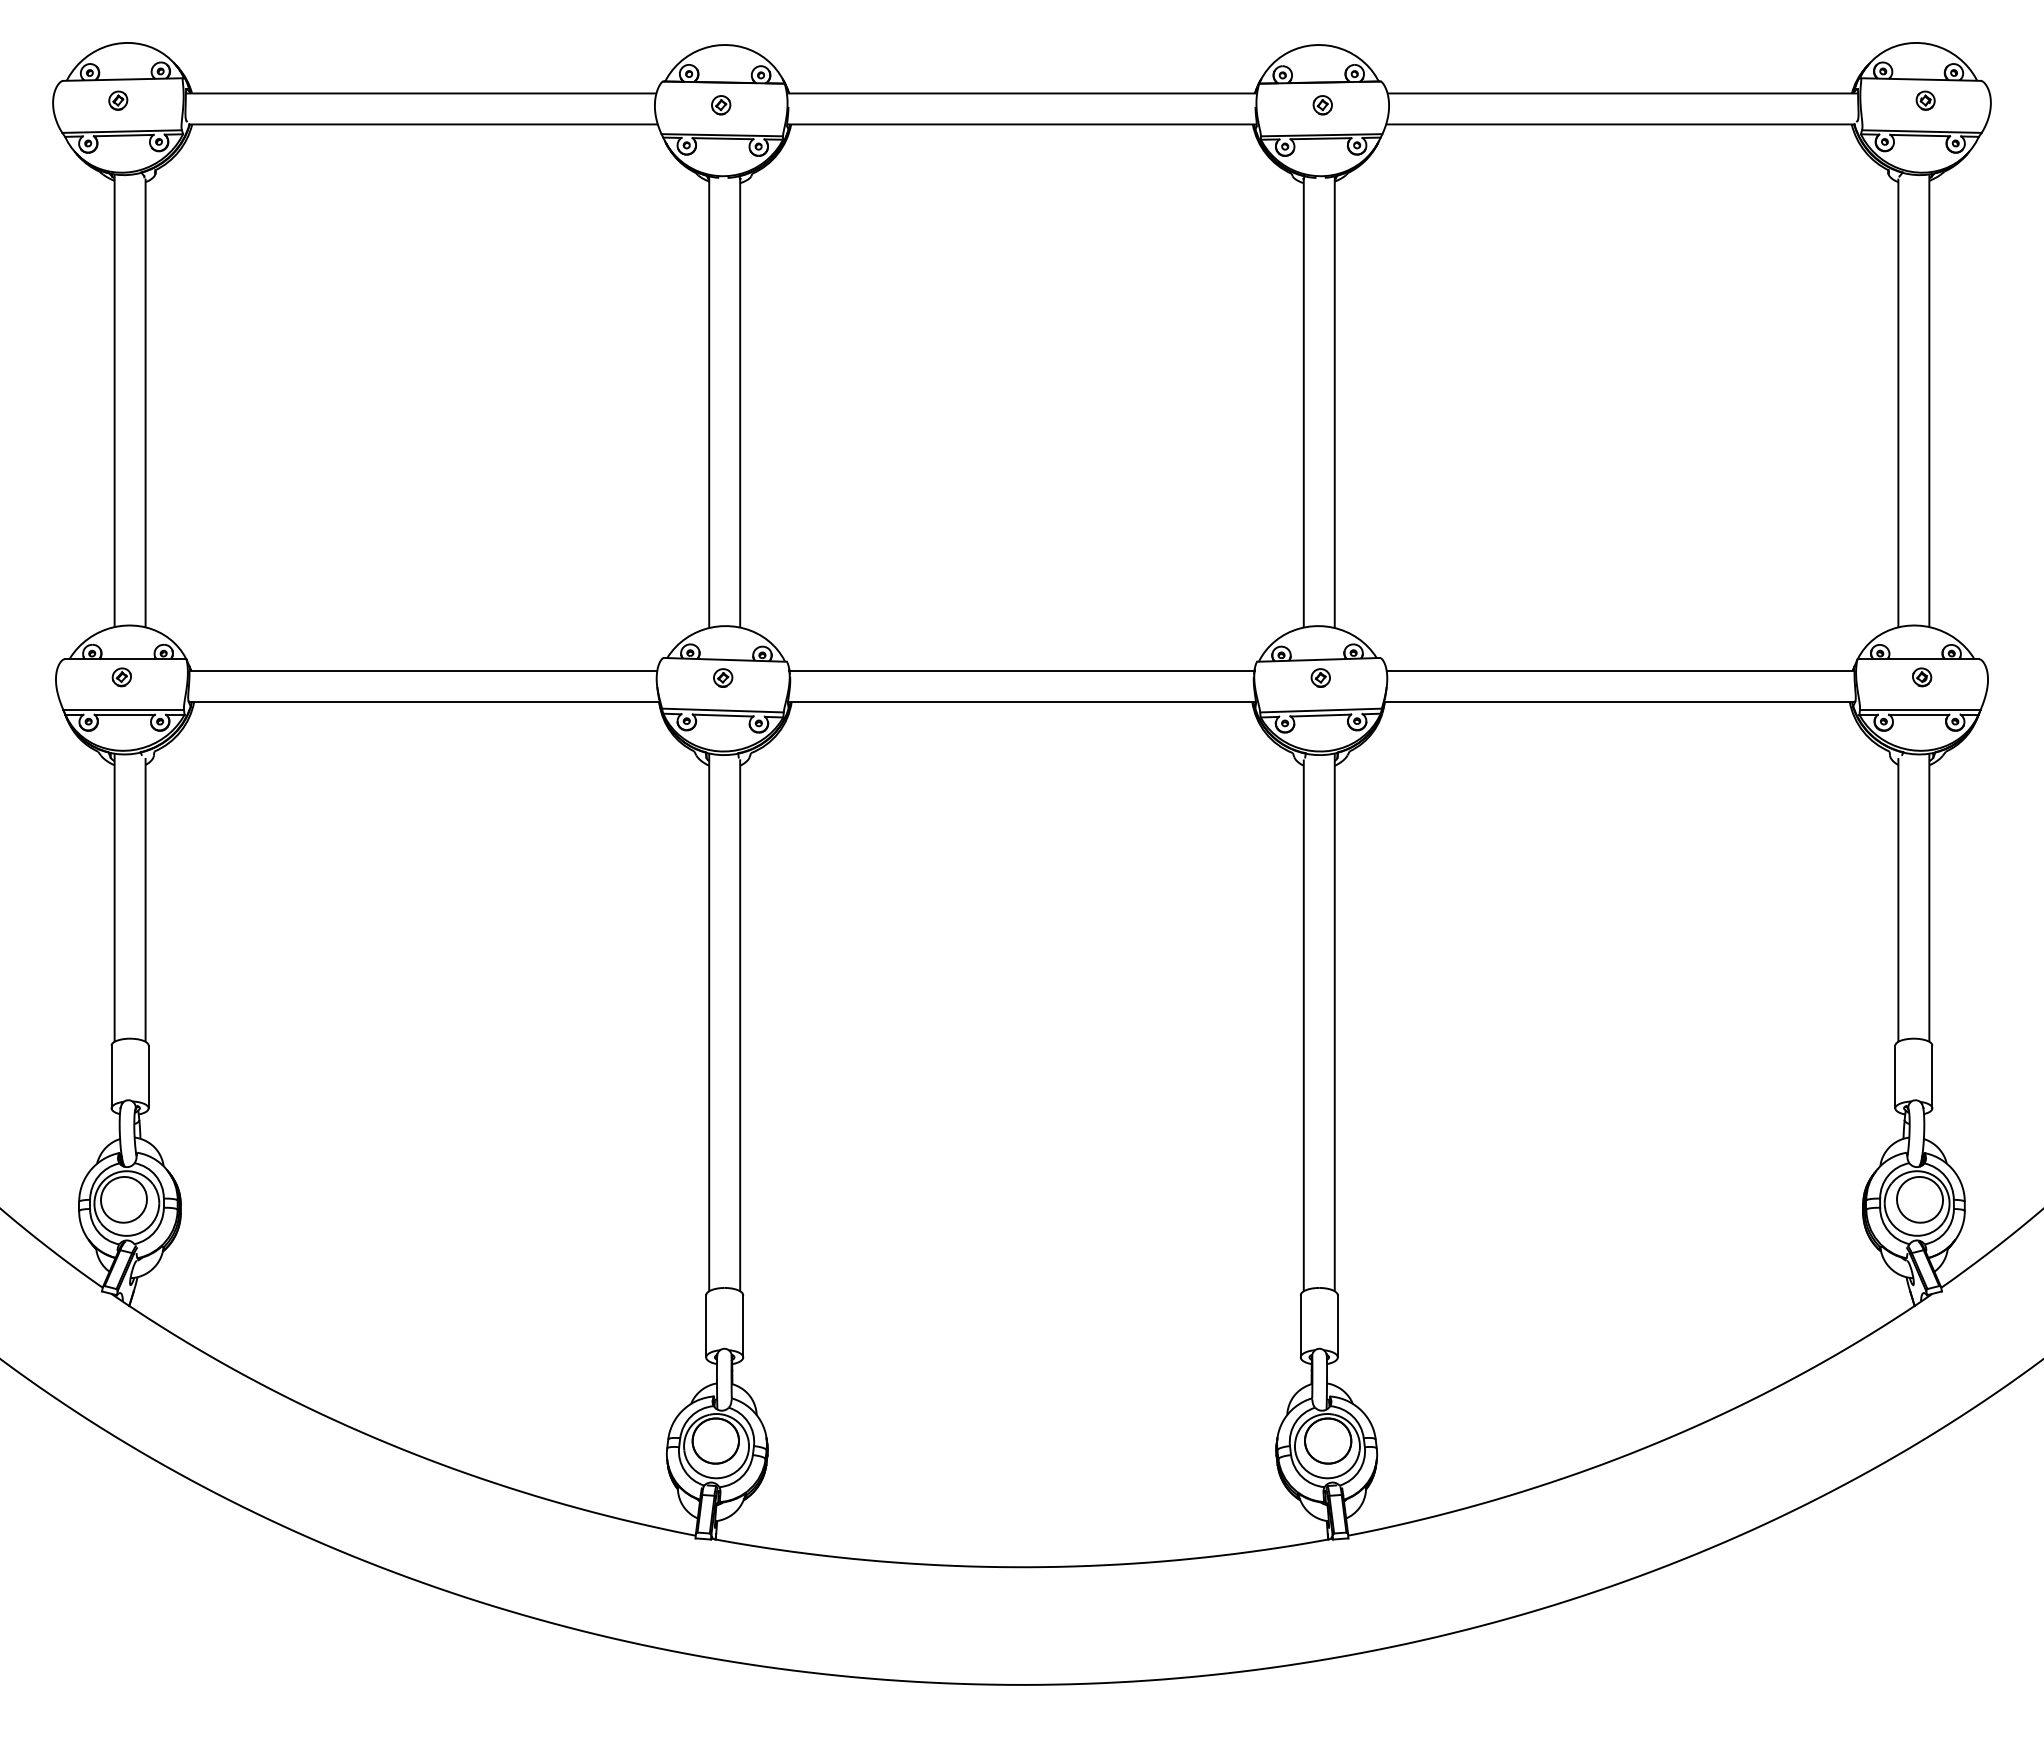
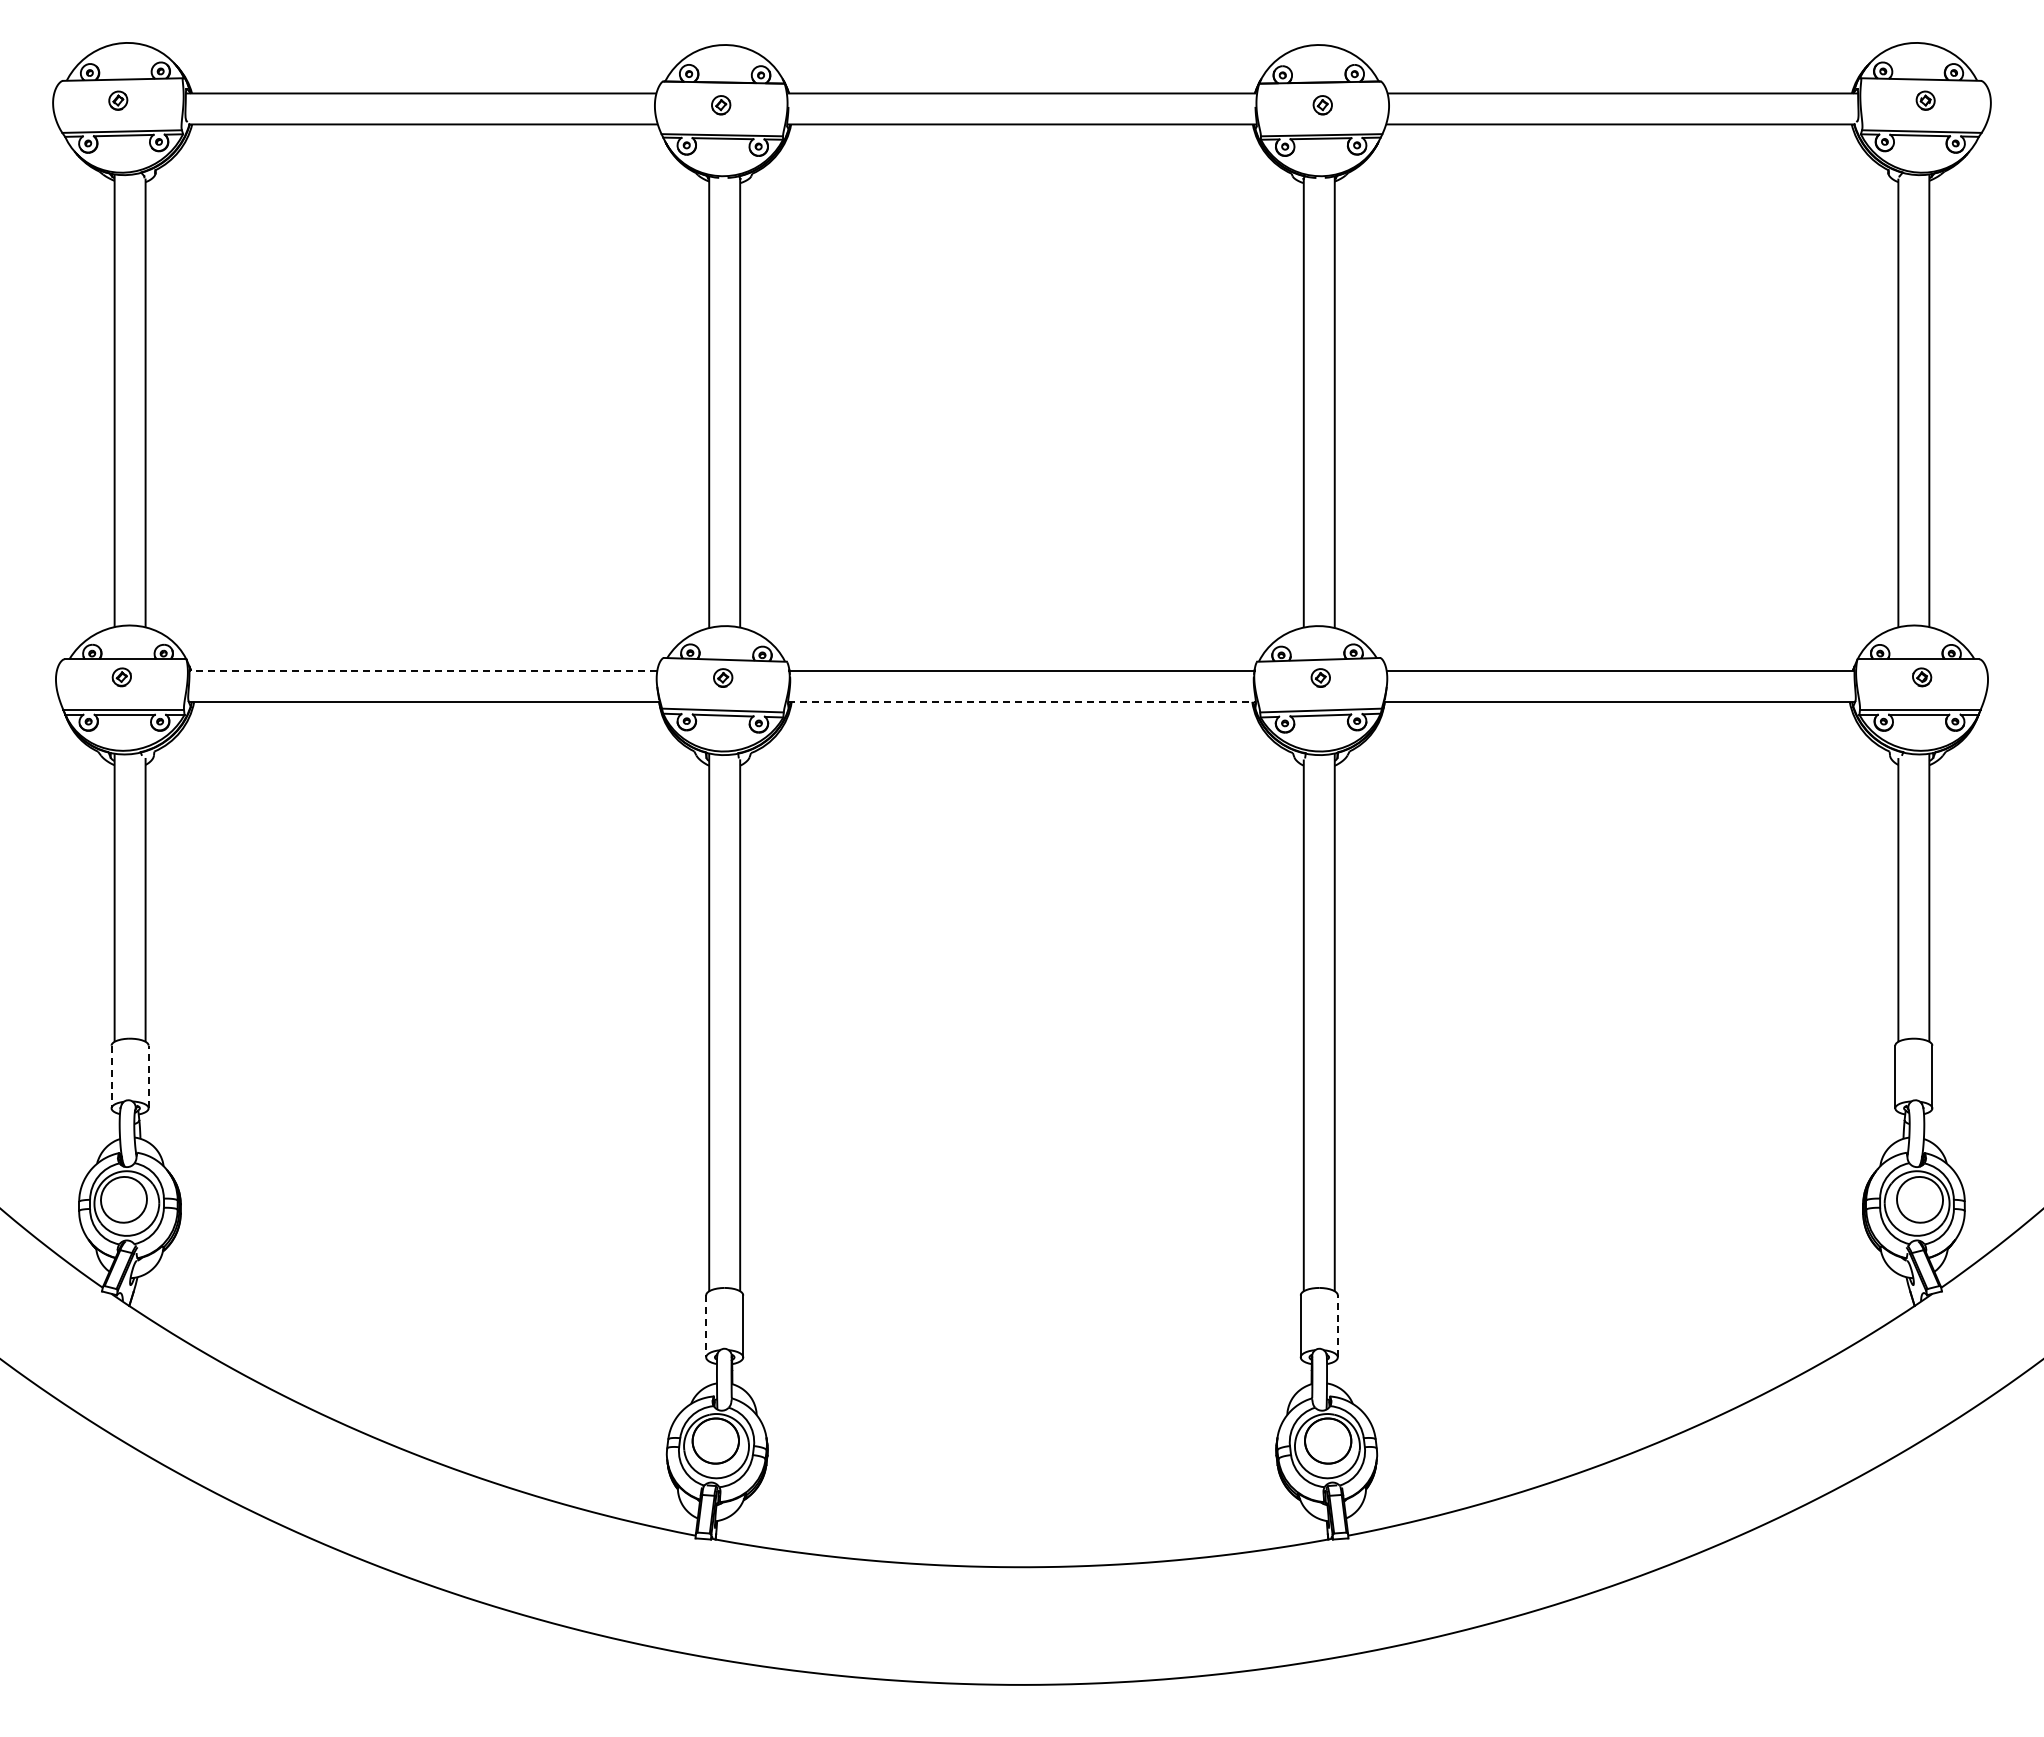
line at (423, 670): solid -> dashed
line at (1021, 701): solid -> dashed
line at (148, 1076): solid -> dashed
line at (111, 1077): solid -> dashed
line at (1337, 1325): solid -> dashed
line at (706, 1326): solid -> dashed
